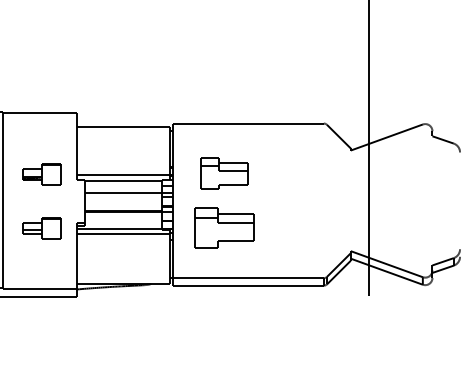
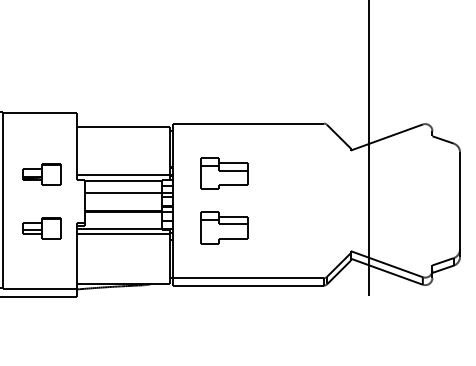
line at (460, 204): none -> present
part at (224, 227) size: 61x42 px -> 49x34 px
